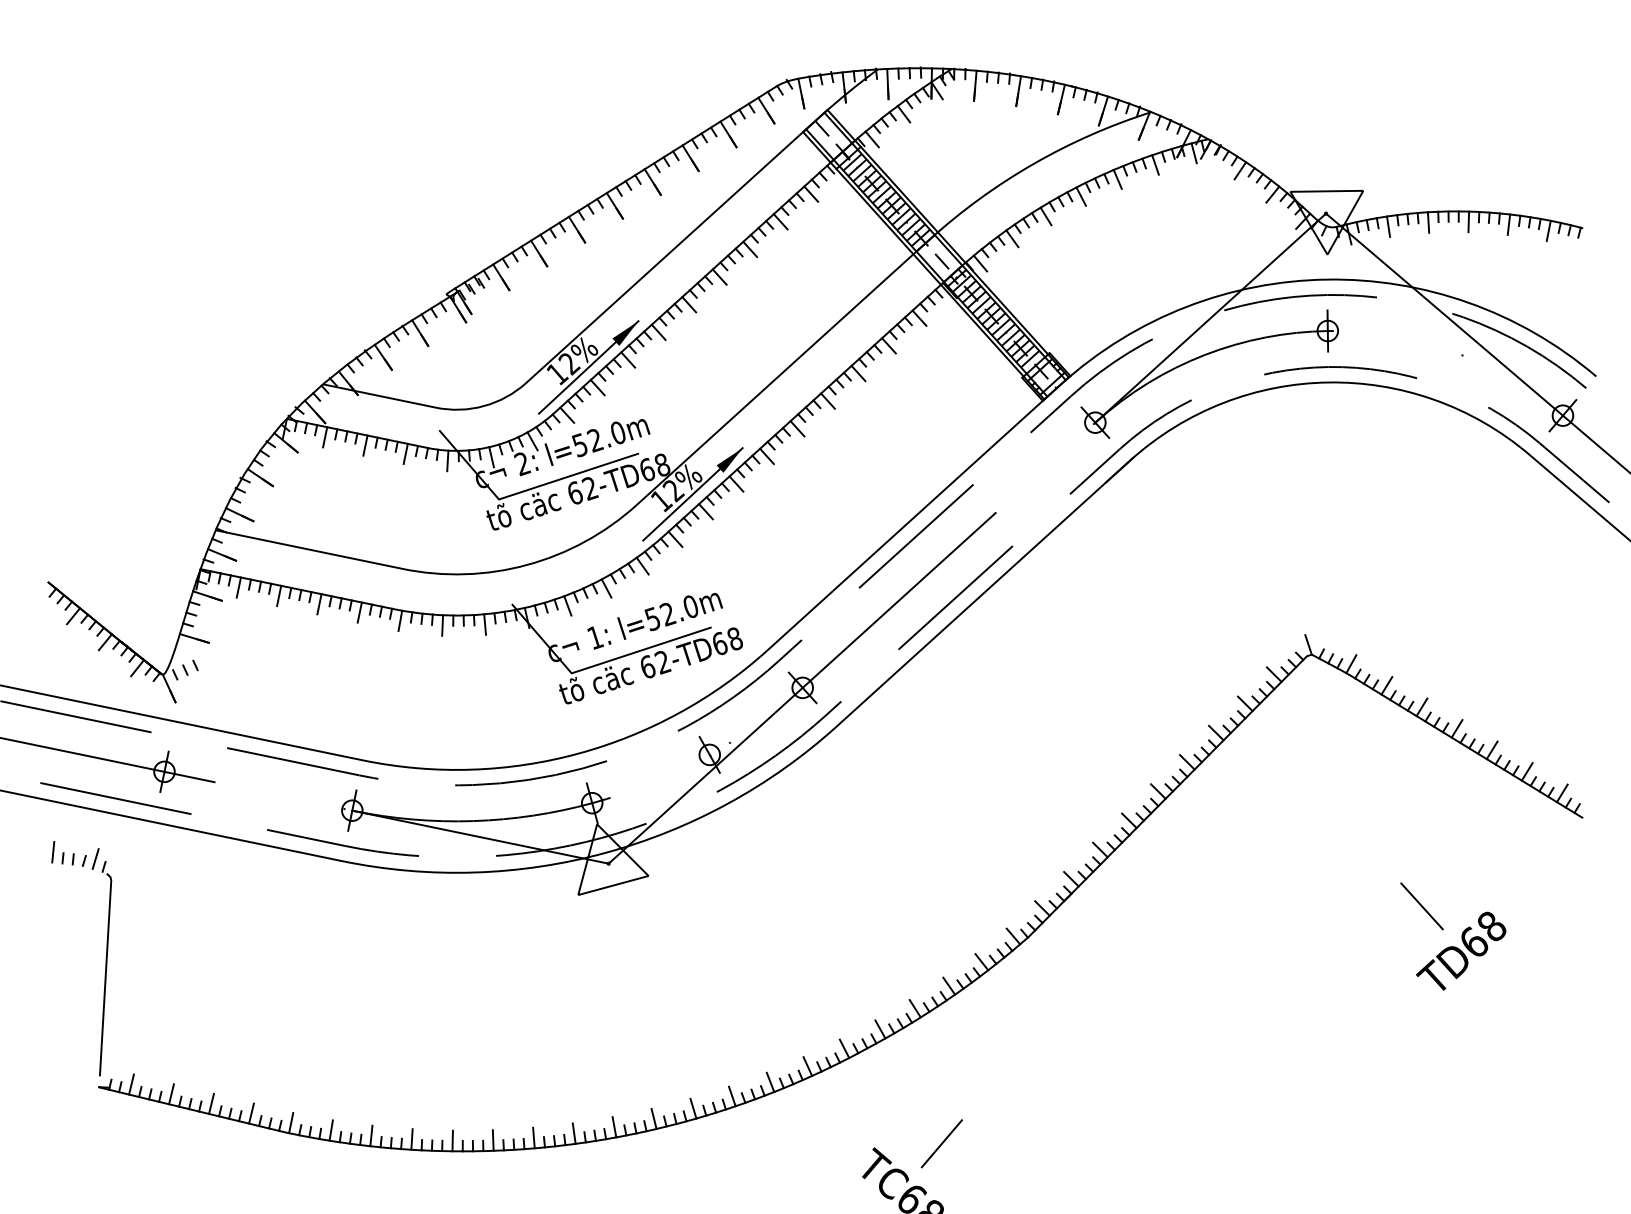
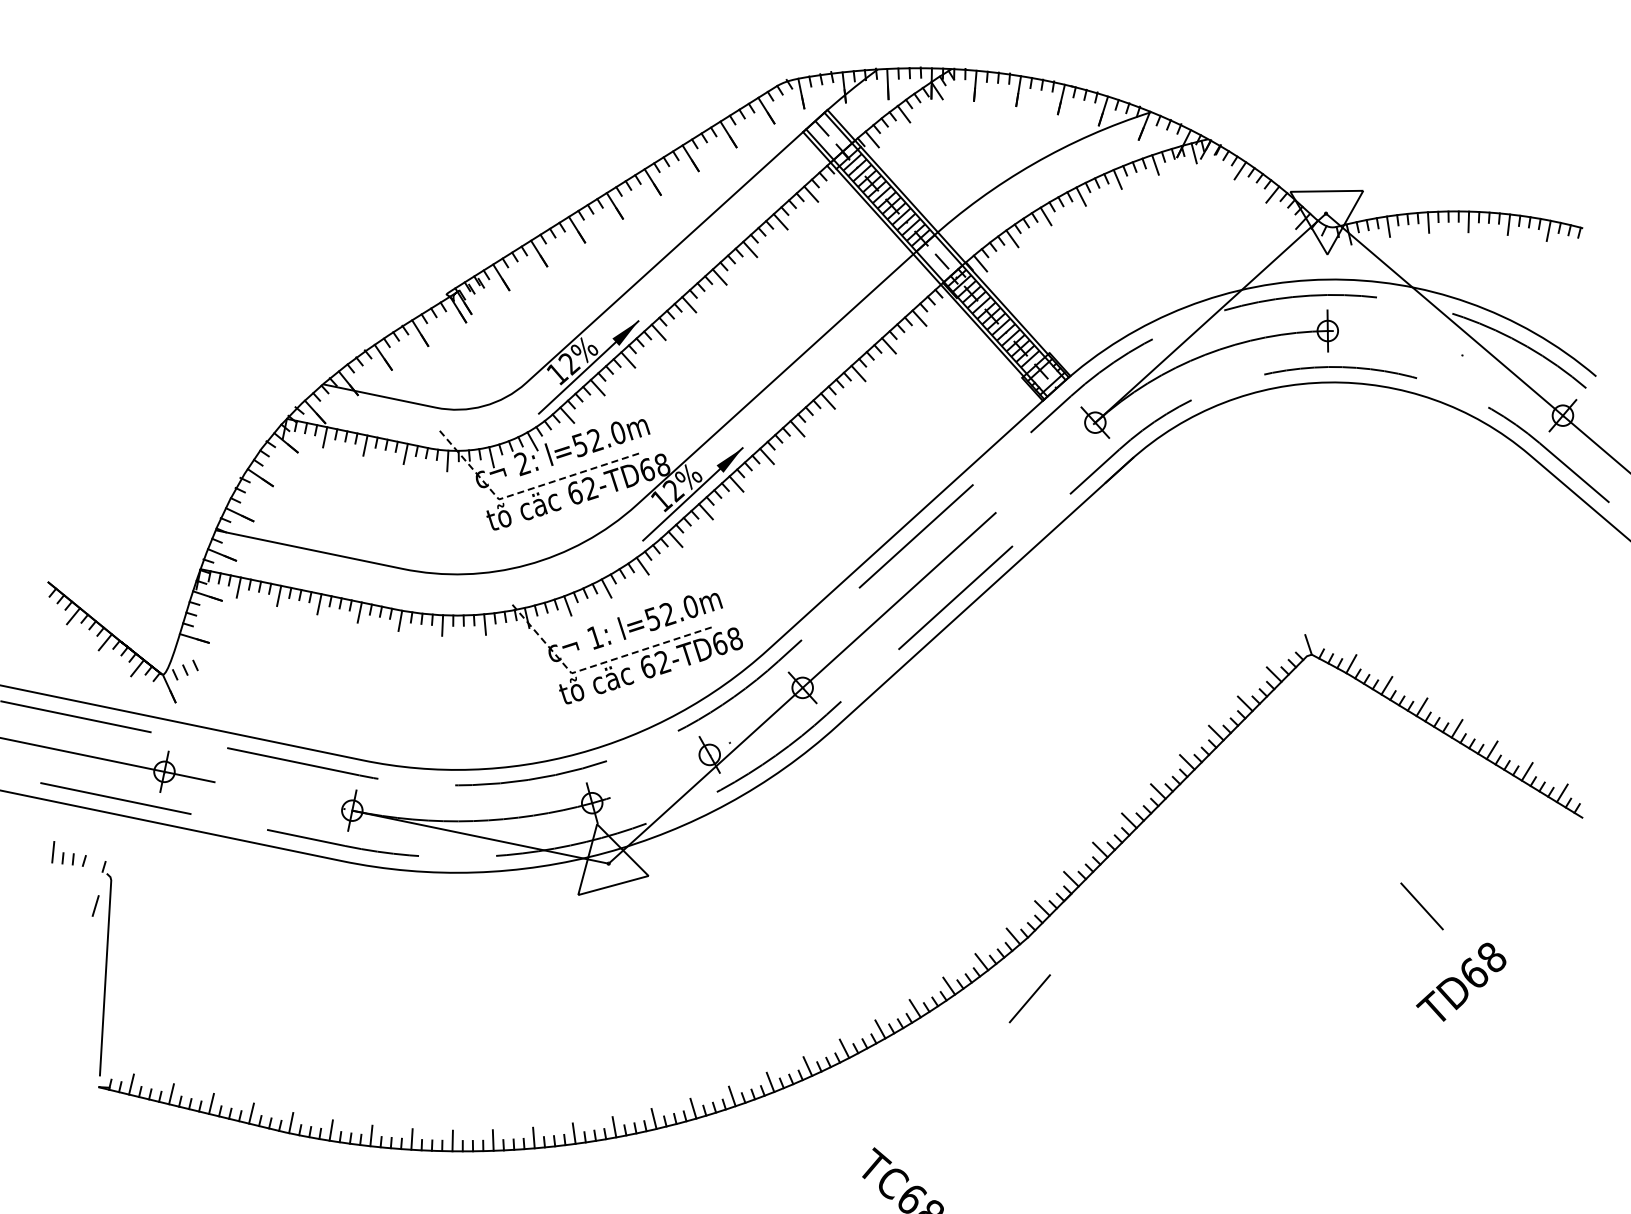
line at (524, 491): solid -> dashed
line at (597, 664): solid -> dashed
line at (95, 858) position: (95, 858) -> (95, 905)
text at (1461, 950) position: (1461, 950) -> (1461, 981)
line at (941, 1143) position: (941, 1143) -> (1029, 998)
